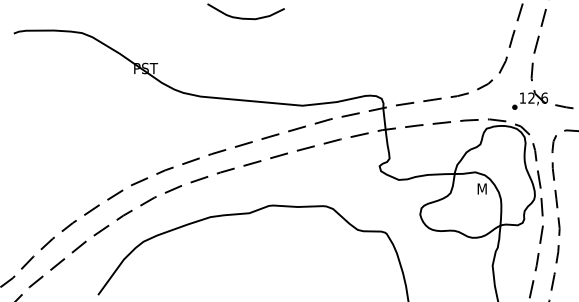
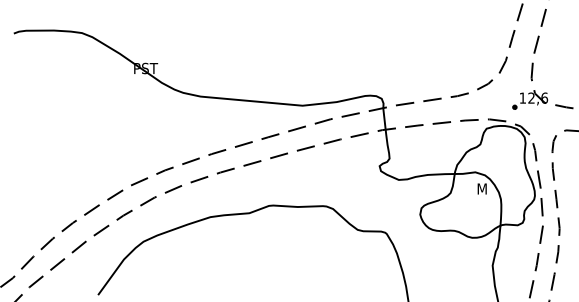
curve at (244, 17): present -> none
